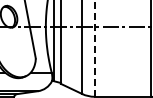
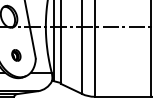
line at (94, 48): dashed -> solid
part at (16, 55): none -> present
